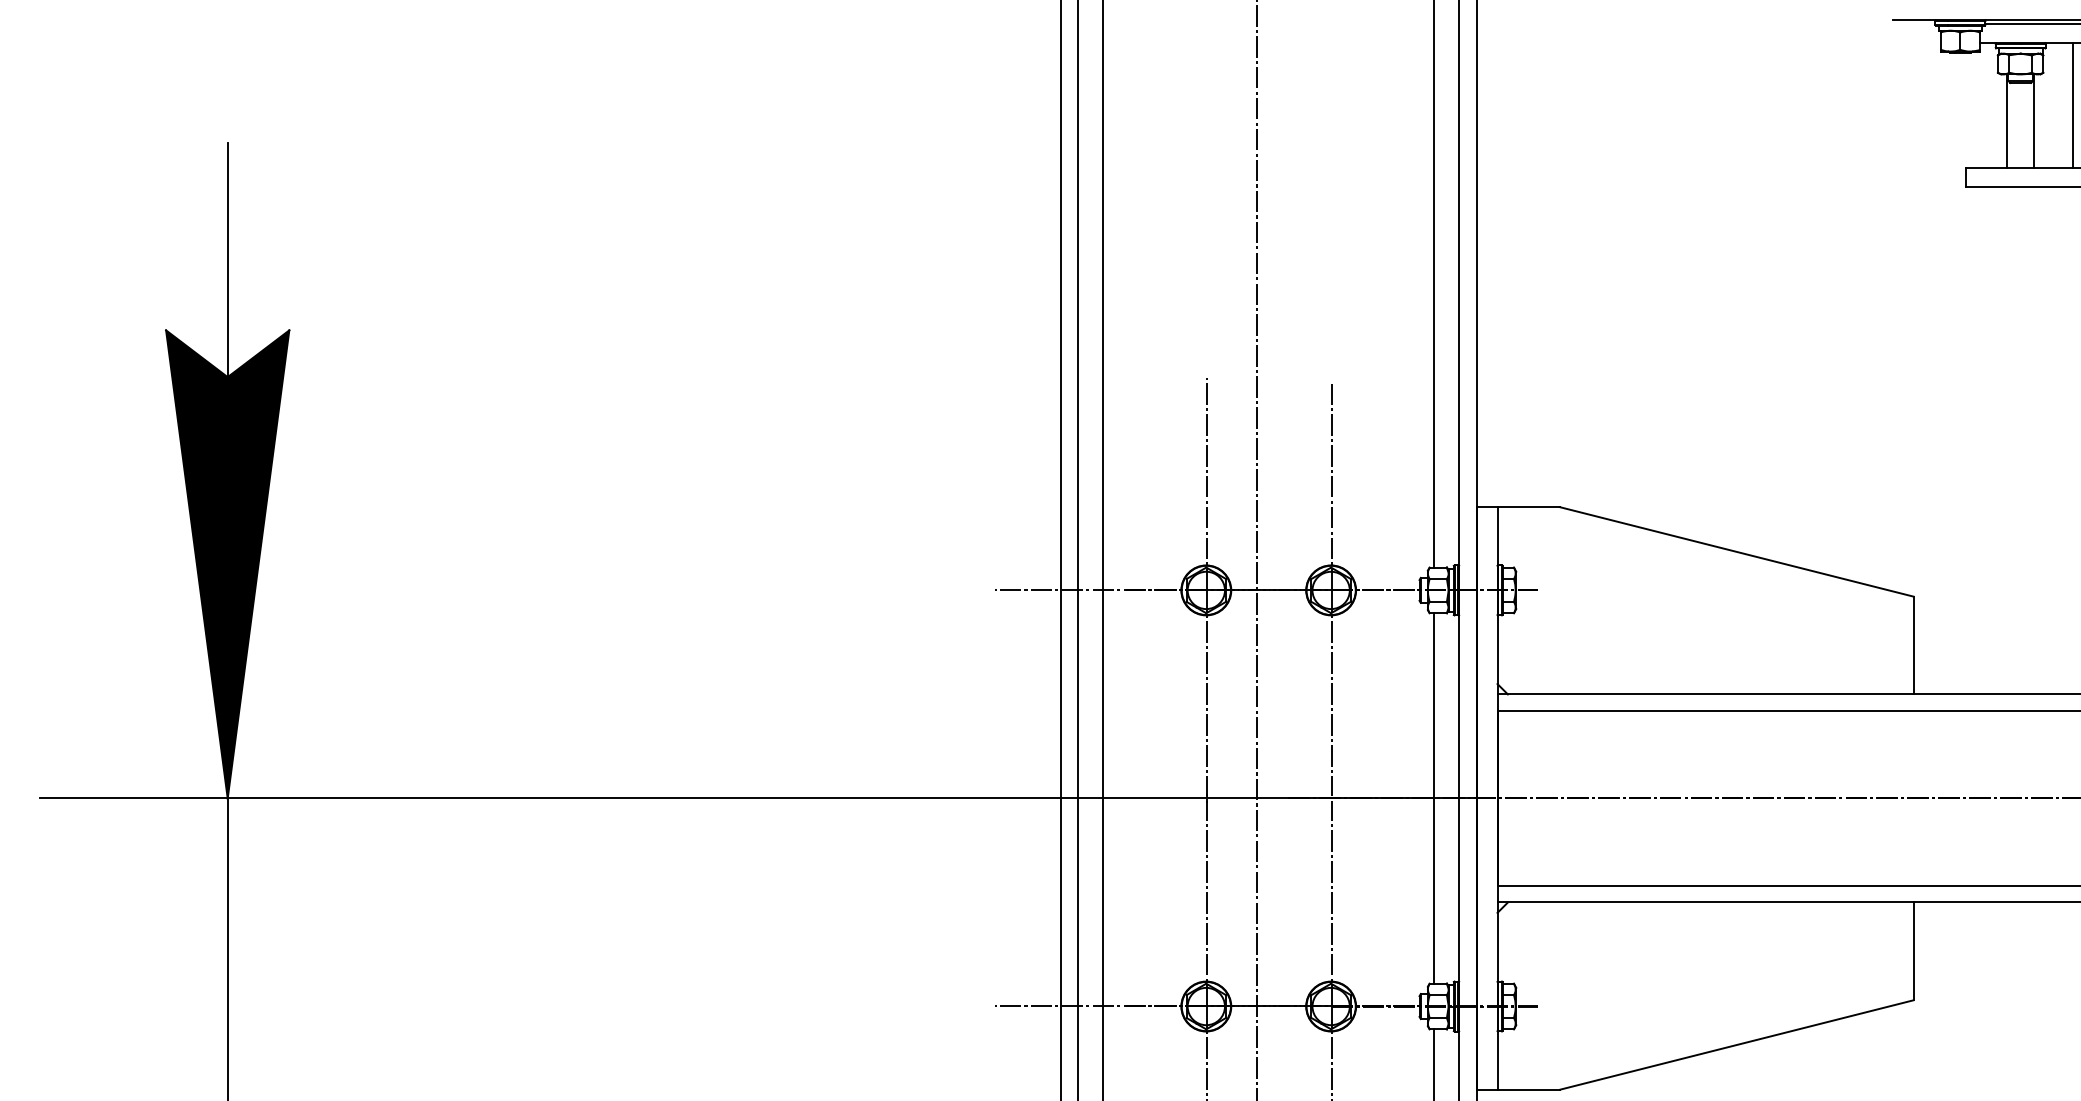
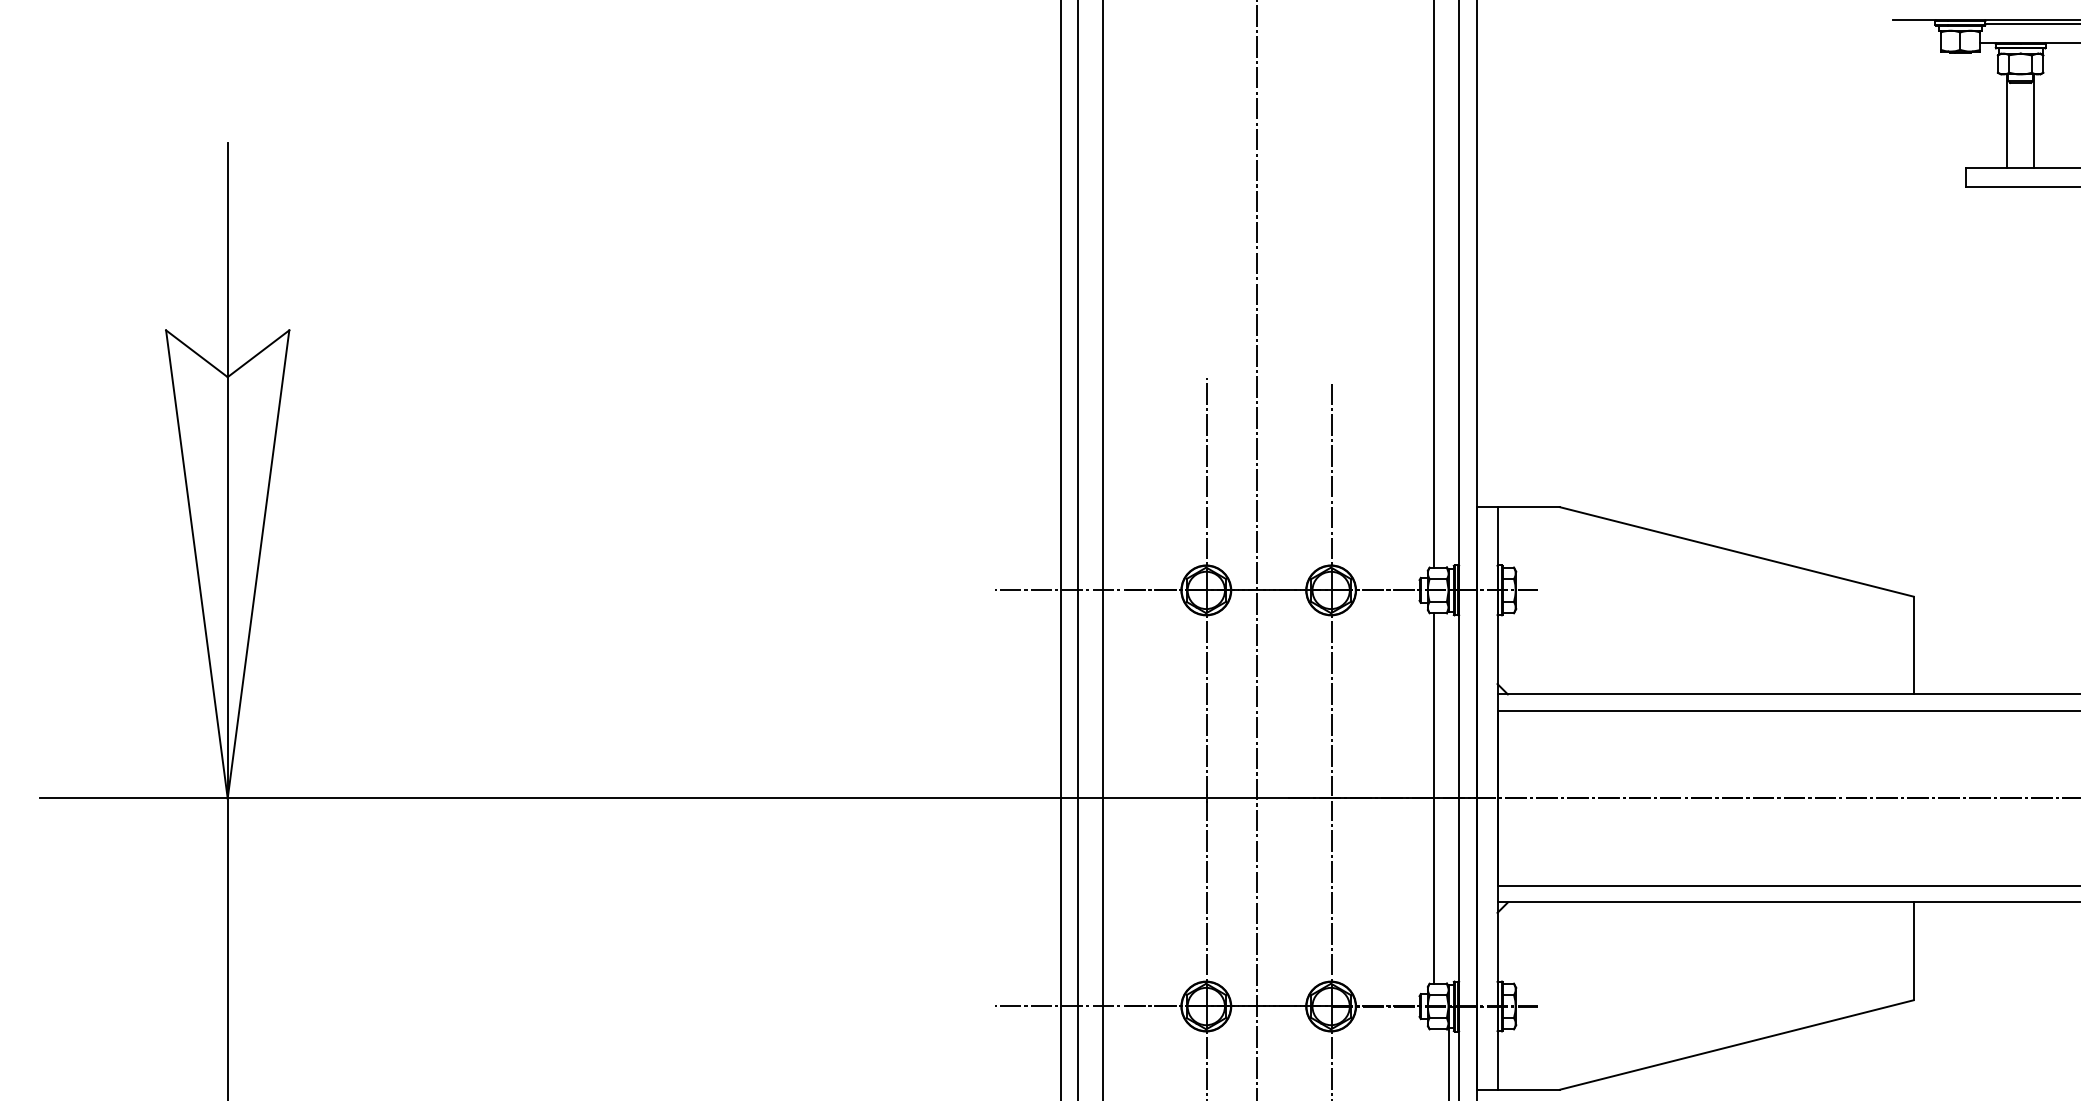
line at (2073, 105): present -> none
fill at (227, 564): present -> none
line at (1434, 1063) position: (1434, 1063) -> (1449, 1063)
